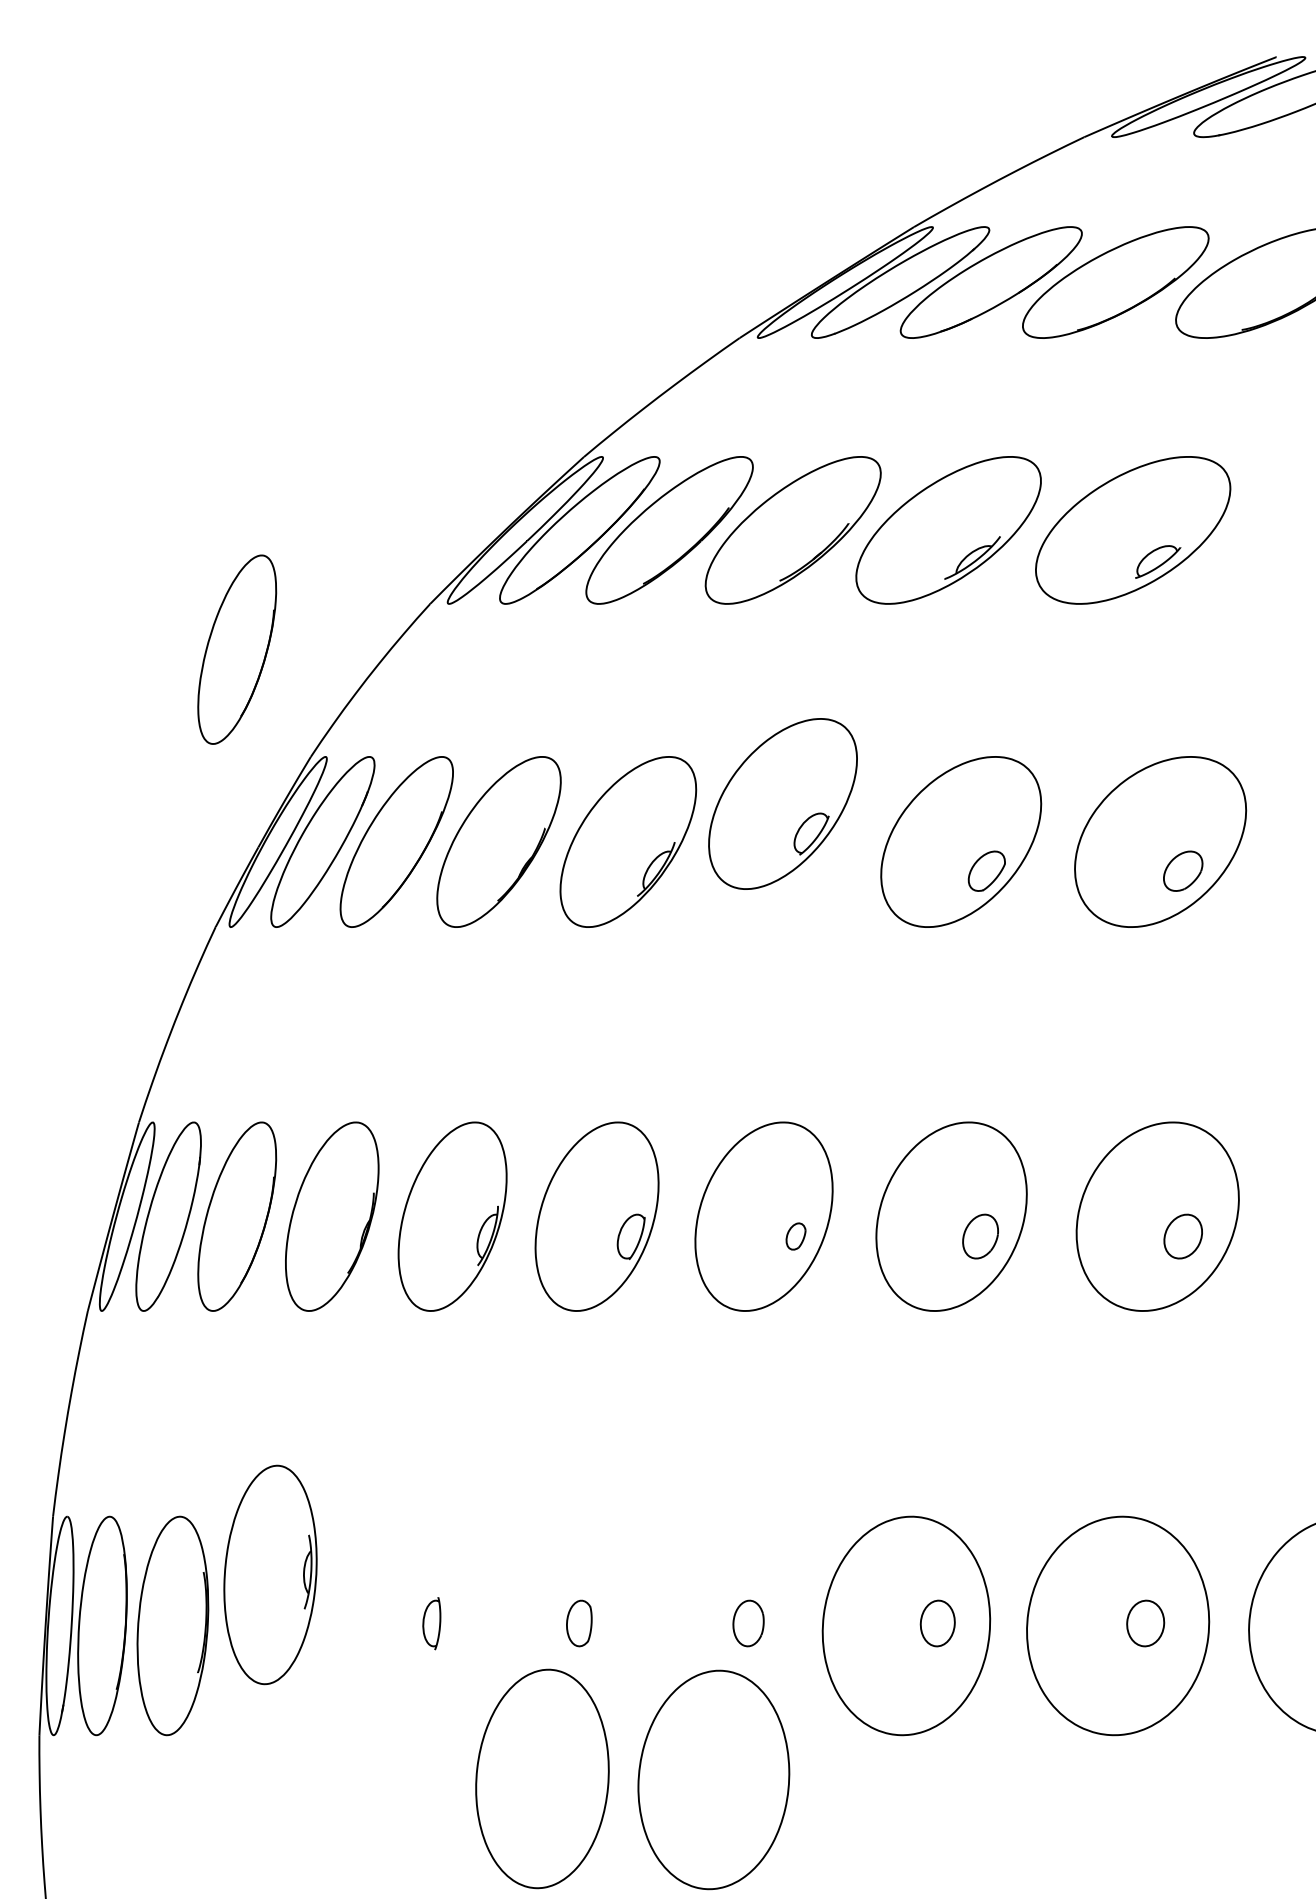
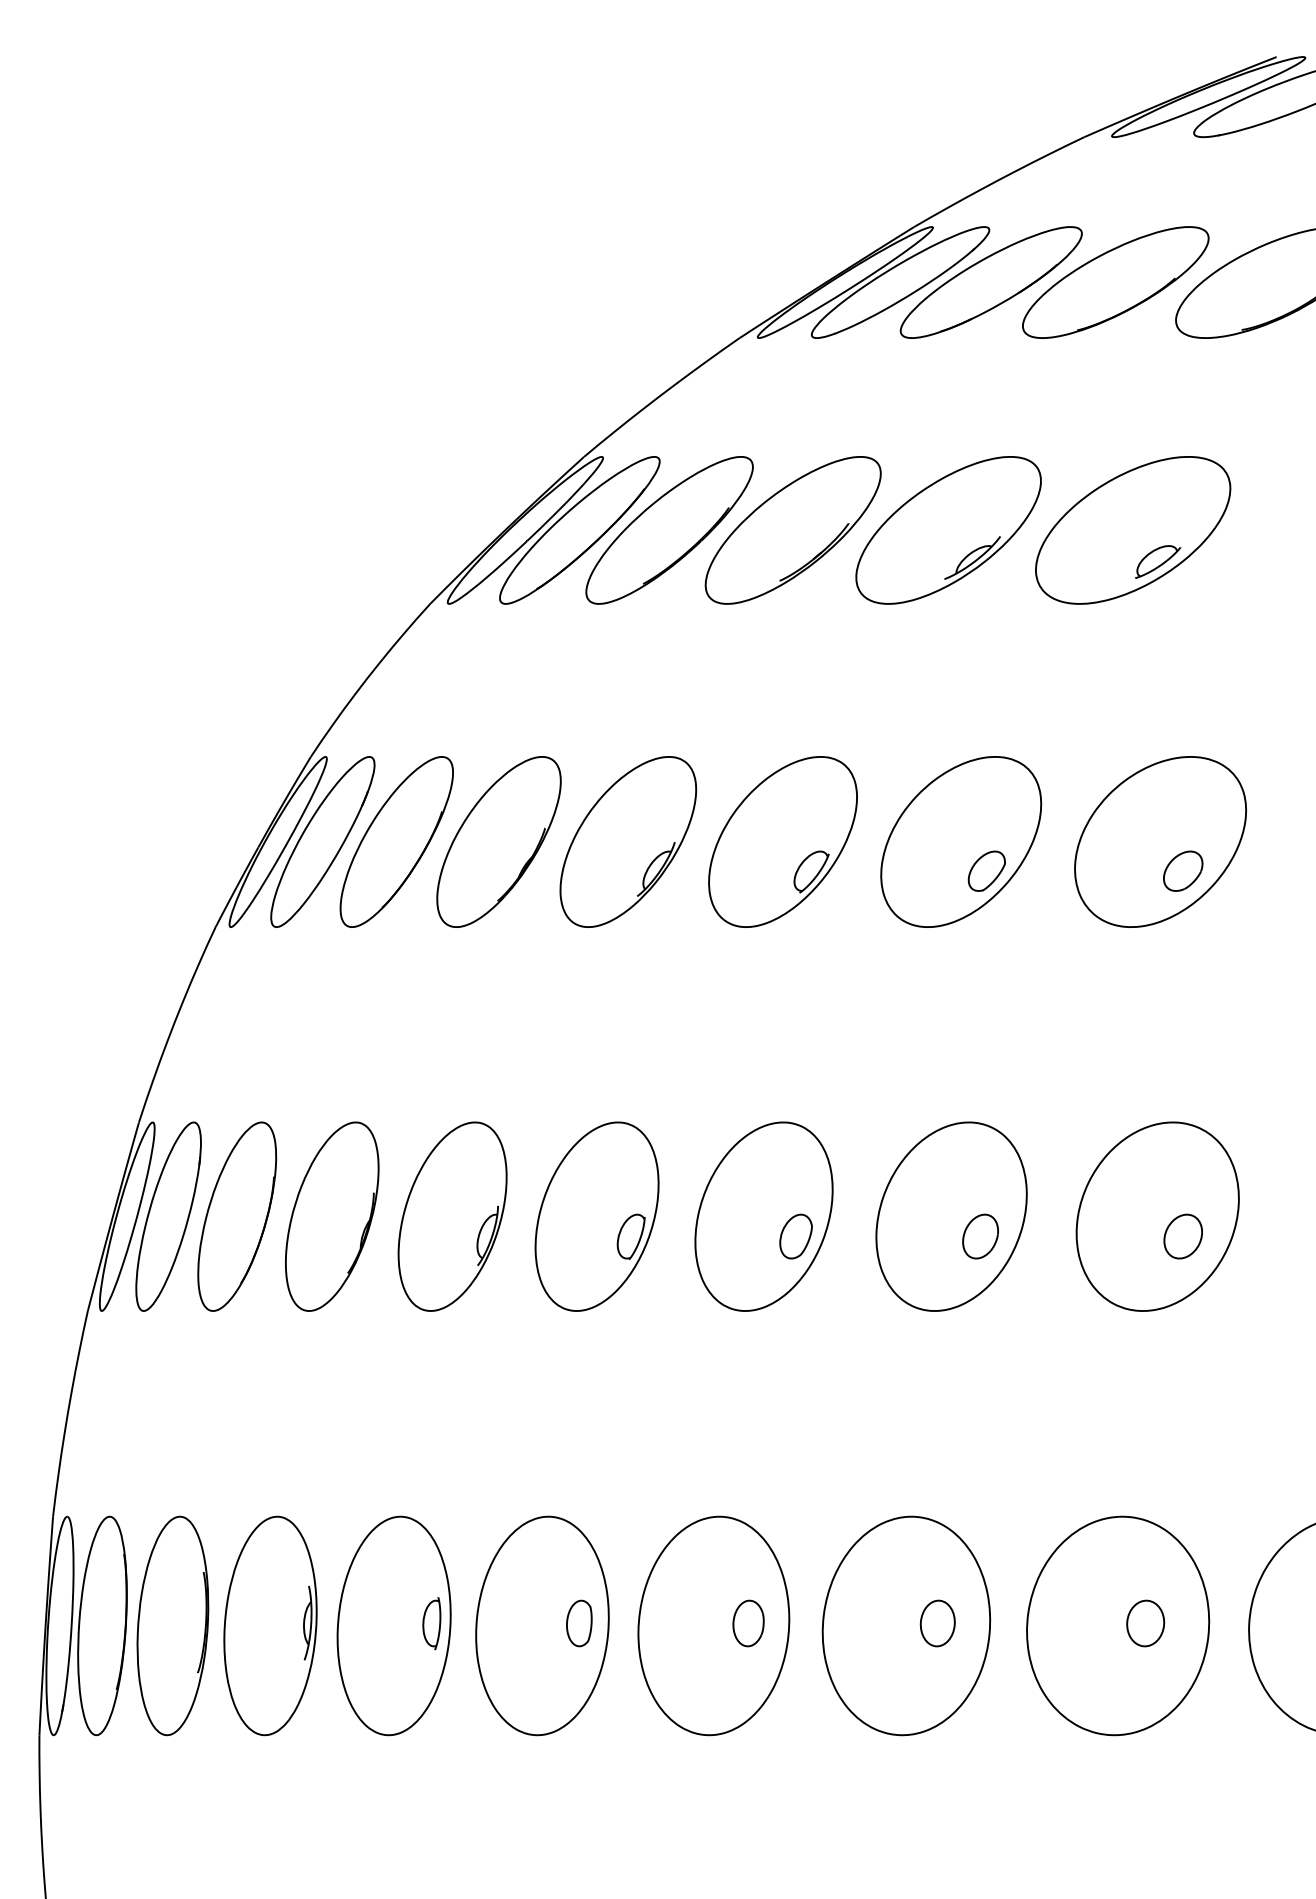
part at (237, 649): present -> none
part at (782, 803) position: (782, 803) -> (782, 841)
part at (795, 1236) size: 22x29 px -> 34x47 px
part at (270, 1574) position: (270, 1574) -> (270, 1625)
part at (393, 1625): none -> present
part at (542, 1778) position: (542, 1778) -> (542, 1625)
part at (713, 1779) position: (713, 1779) -> (713, 1625)
